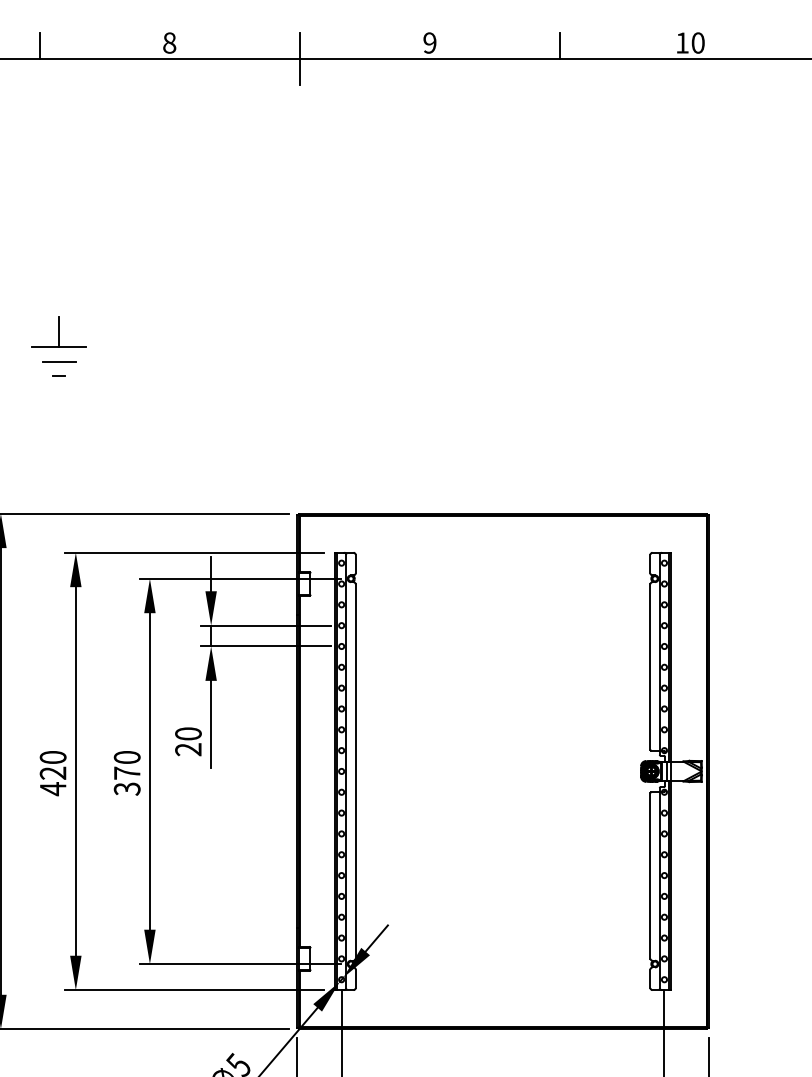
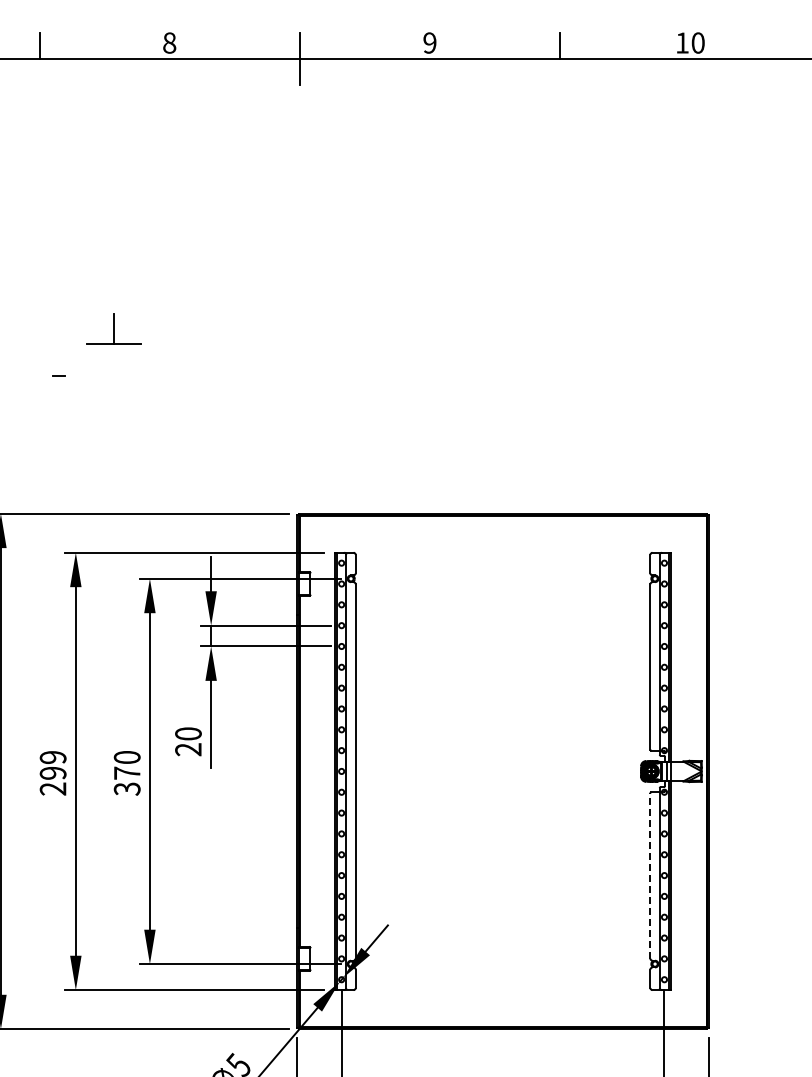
part at (58, 331) position: (58, 331) -> (113, 328)
line at (58, 361): present -> none
text at (52, 773): 420 -> 299
line at (650, 875): solid -> dashed
